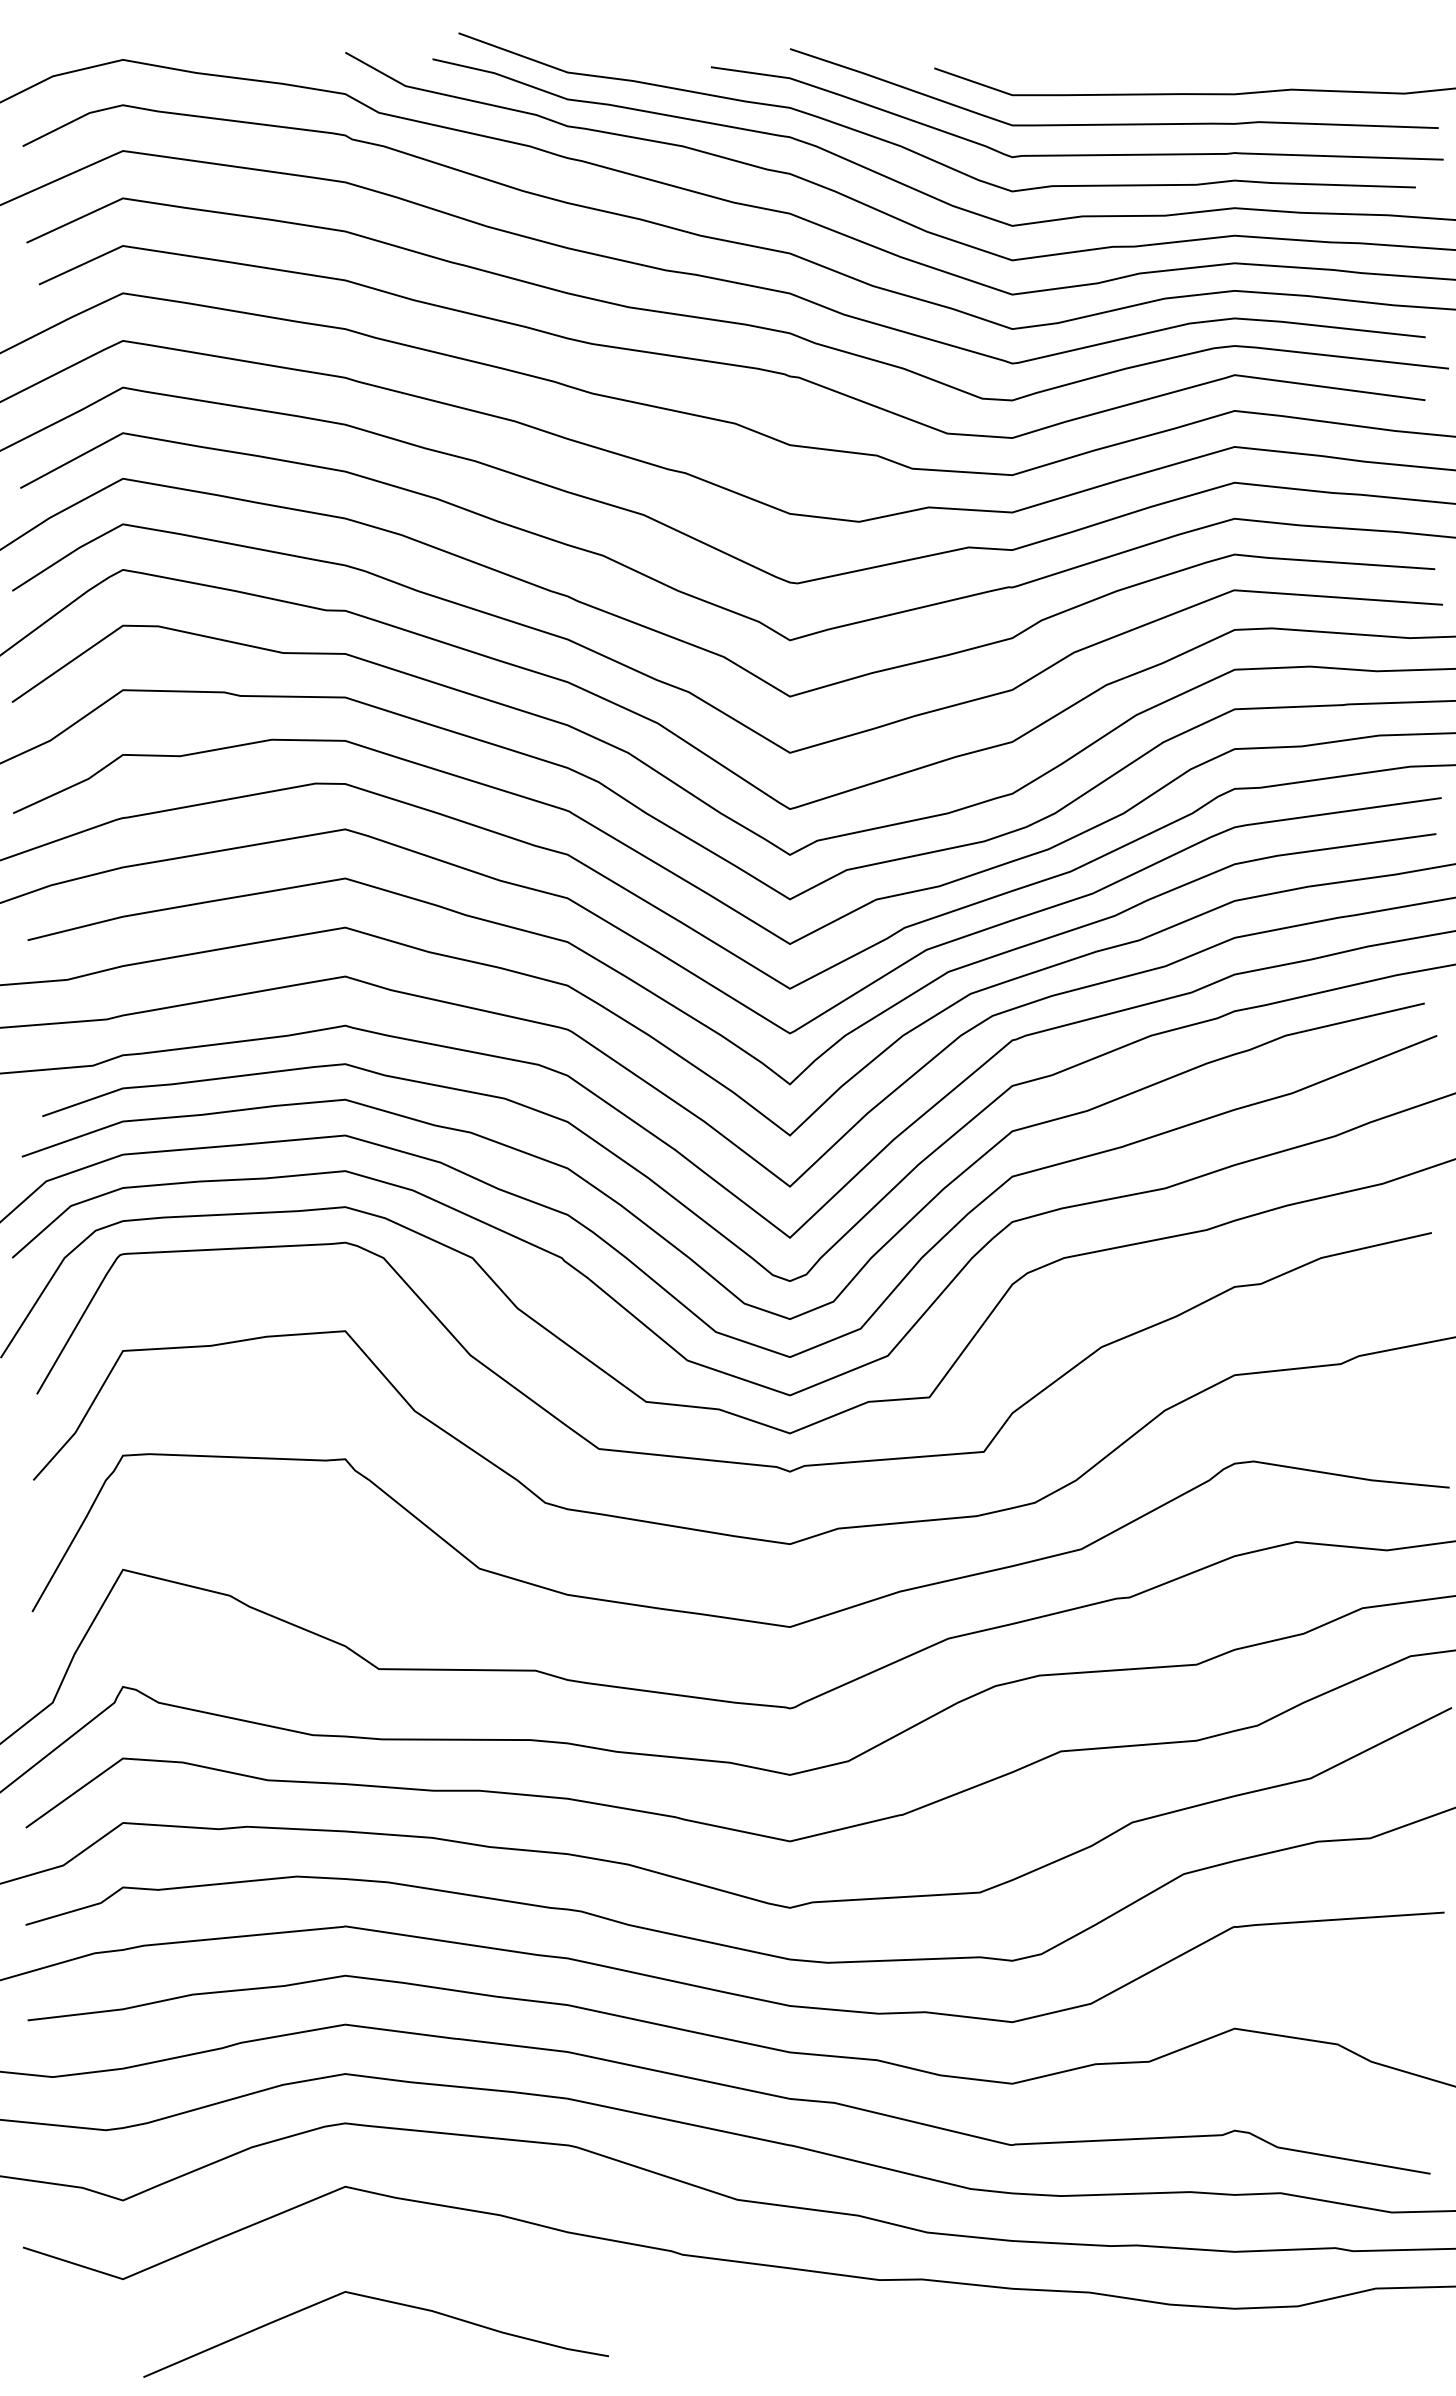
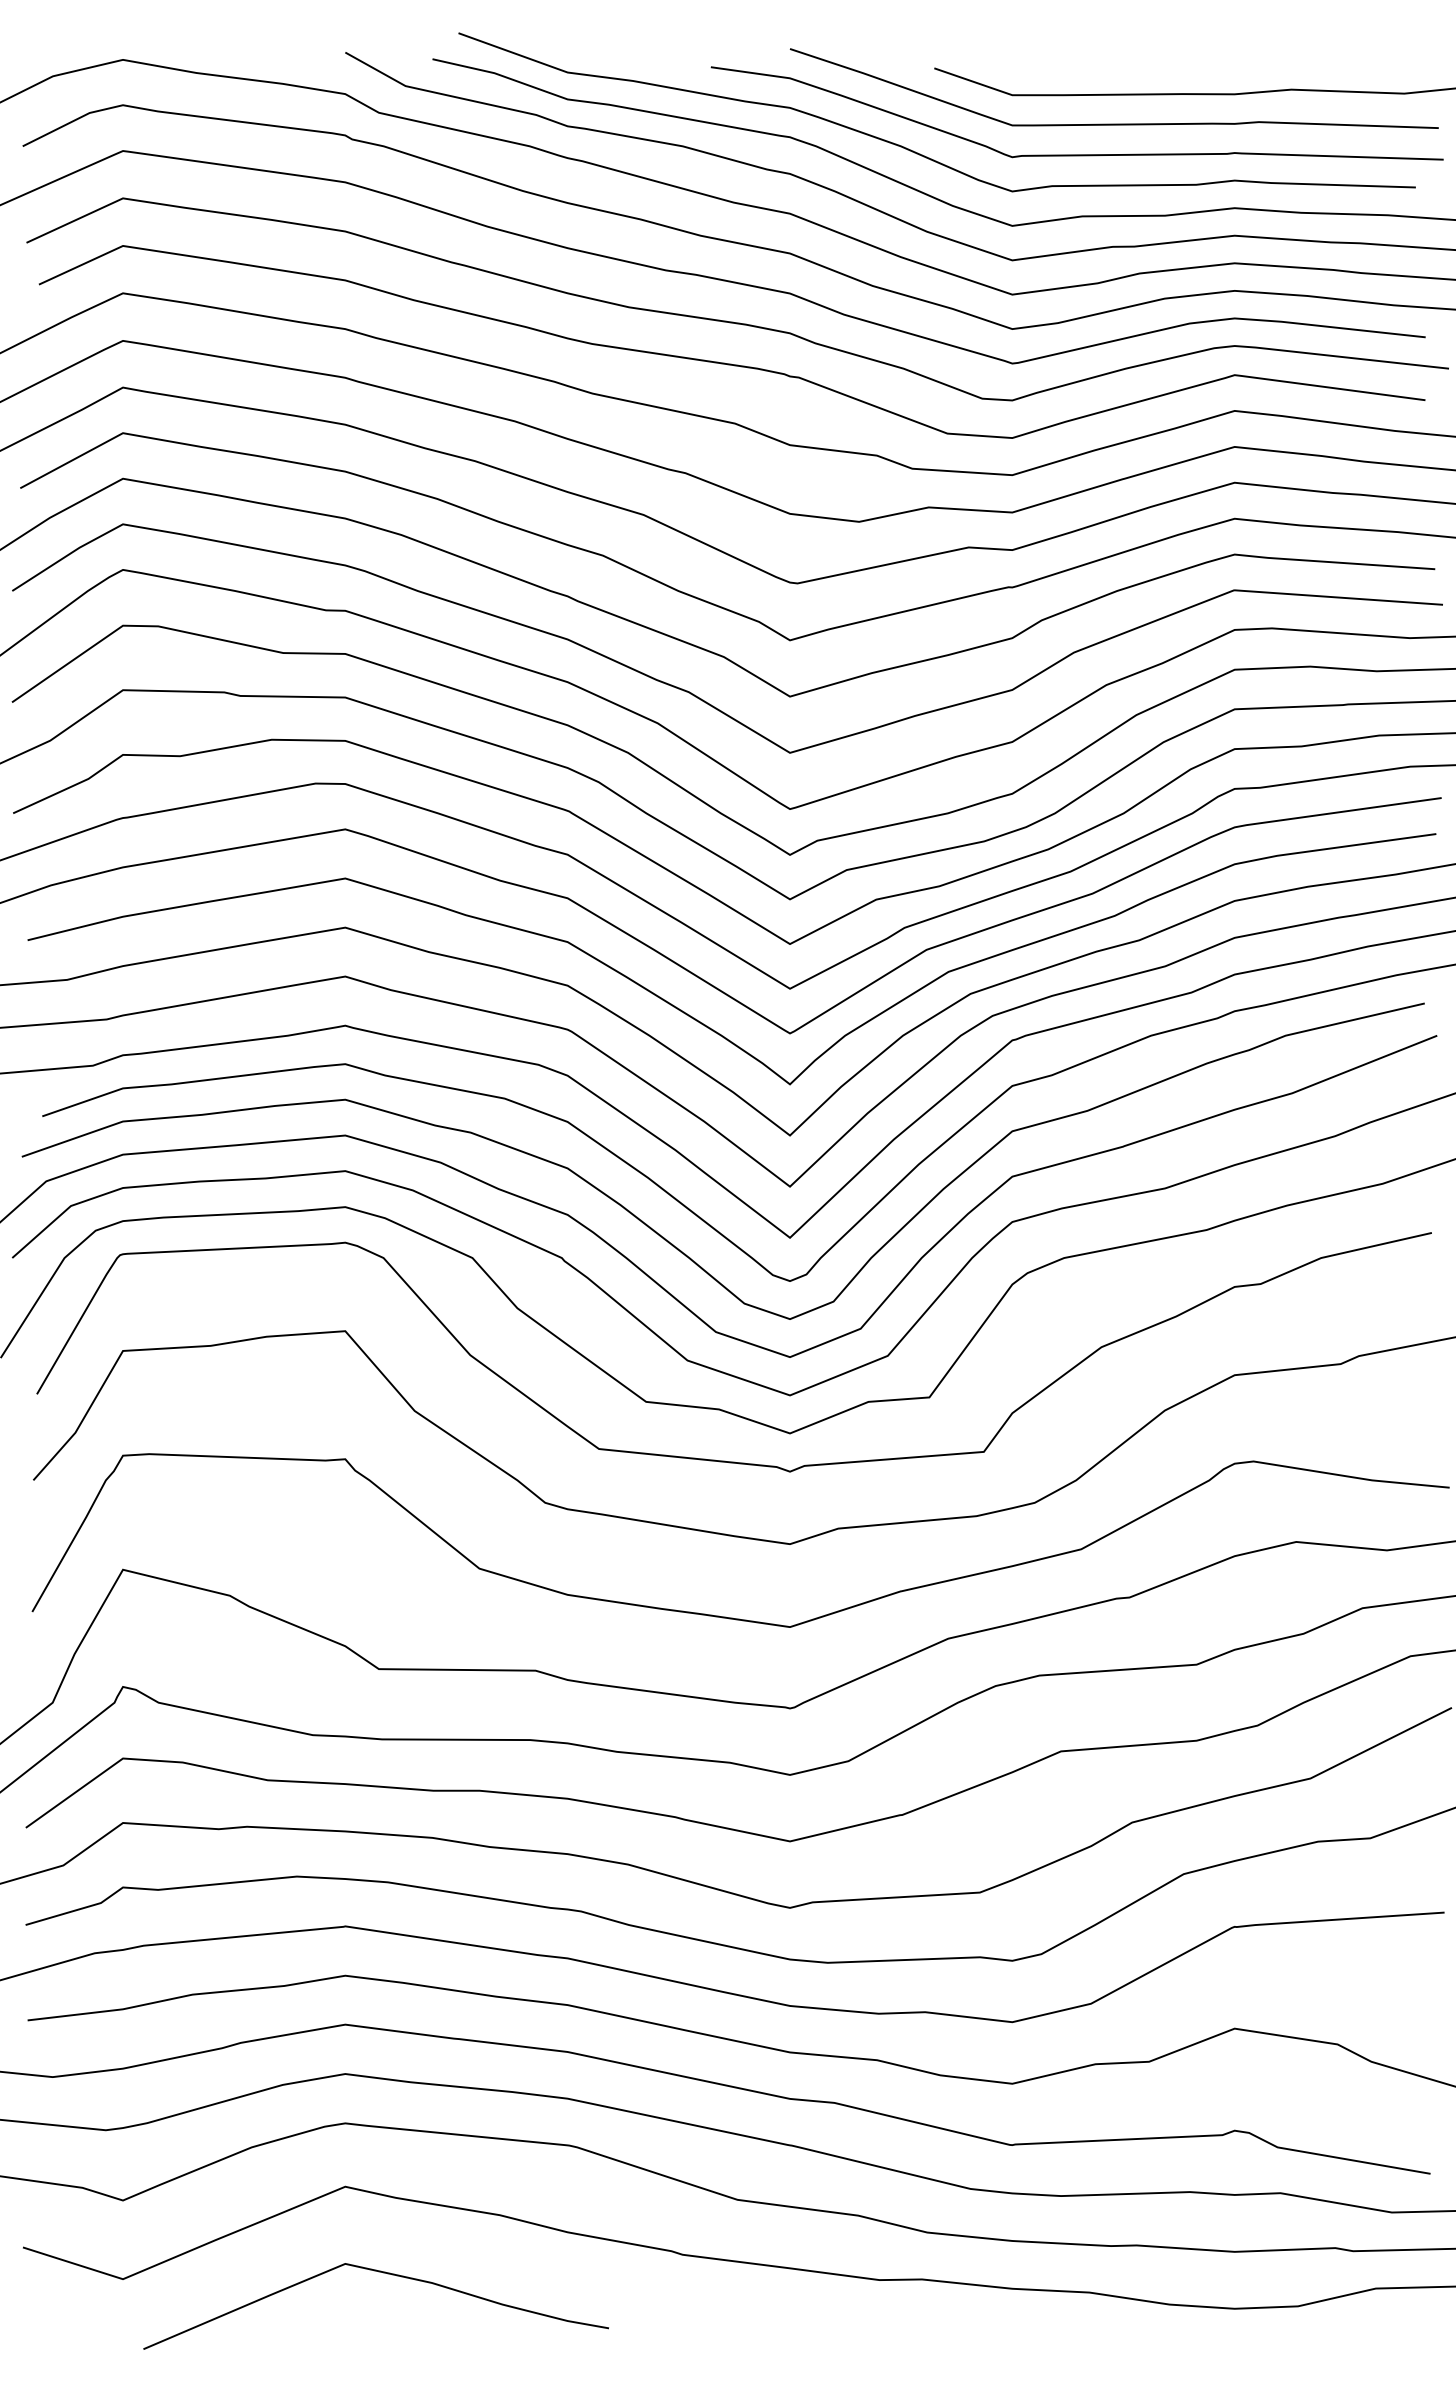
curve at (383, 2301) position: (383, 2301) -> (383, 2273)
